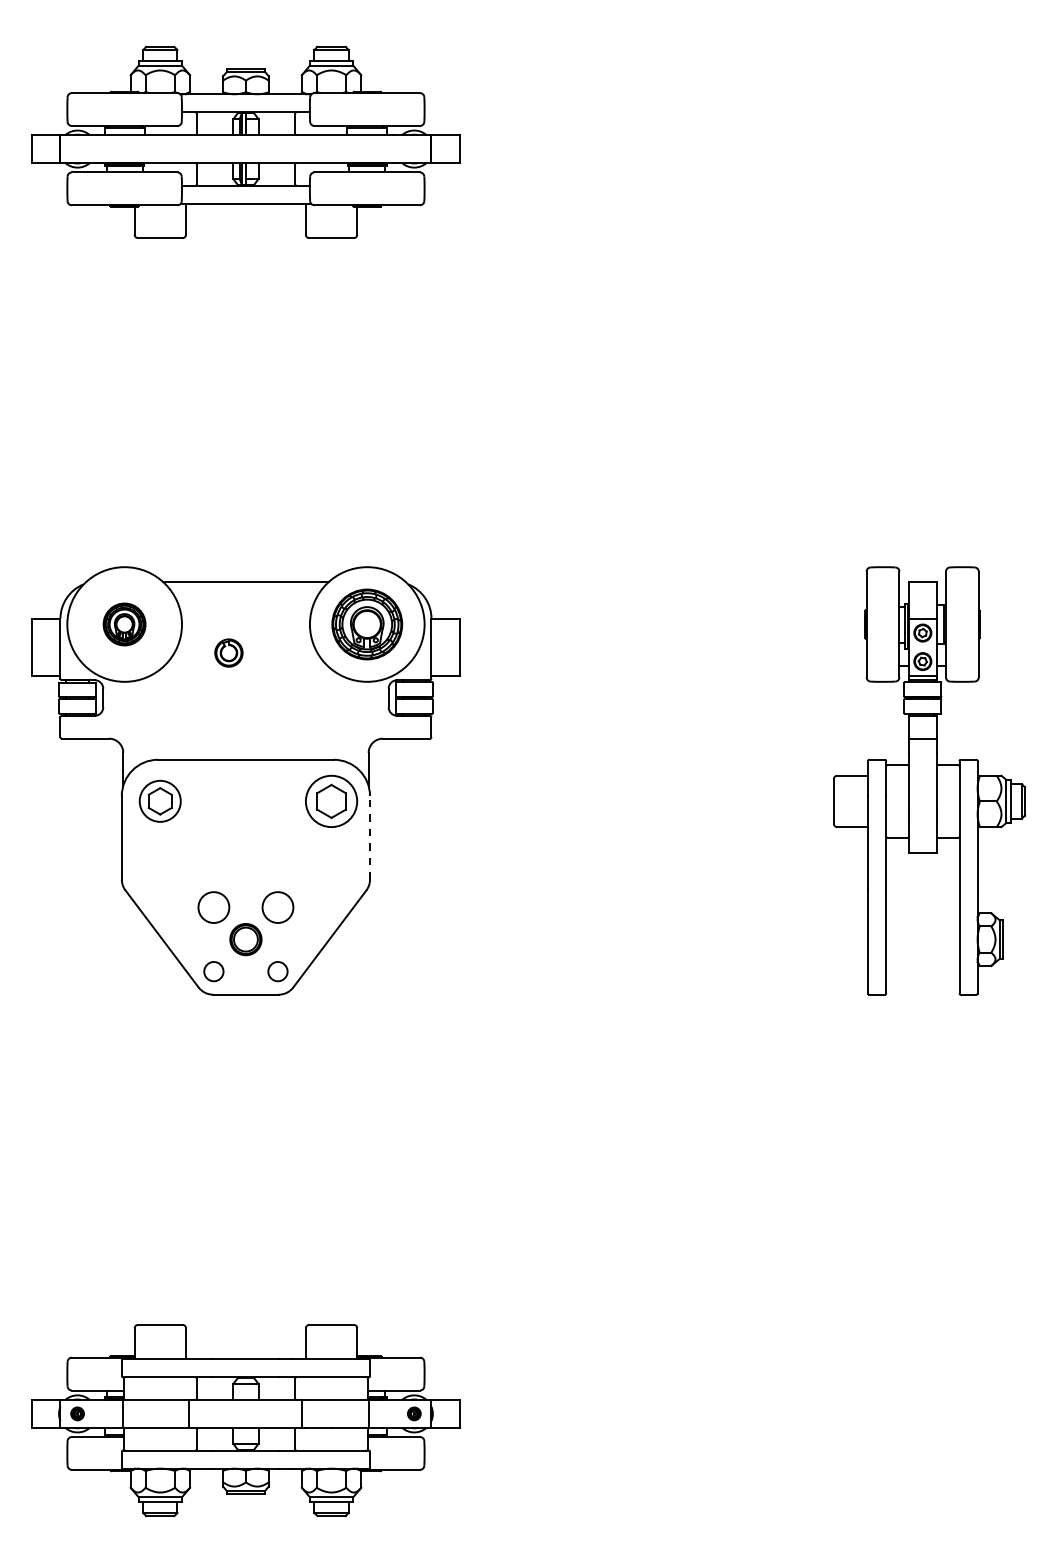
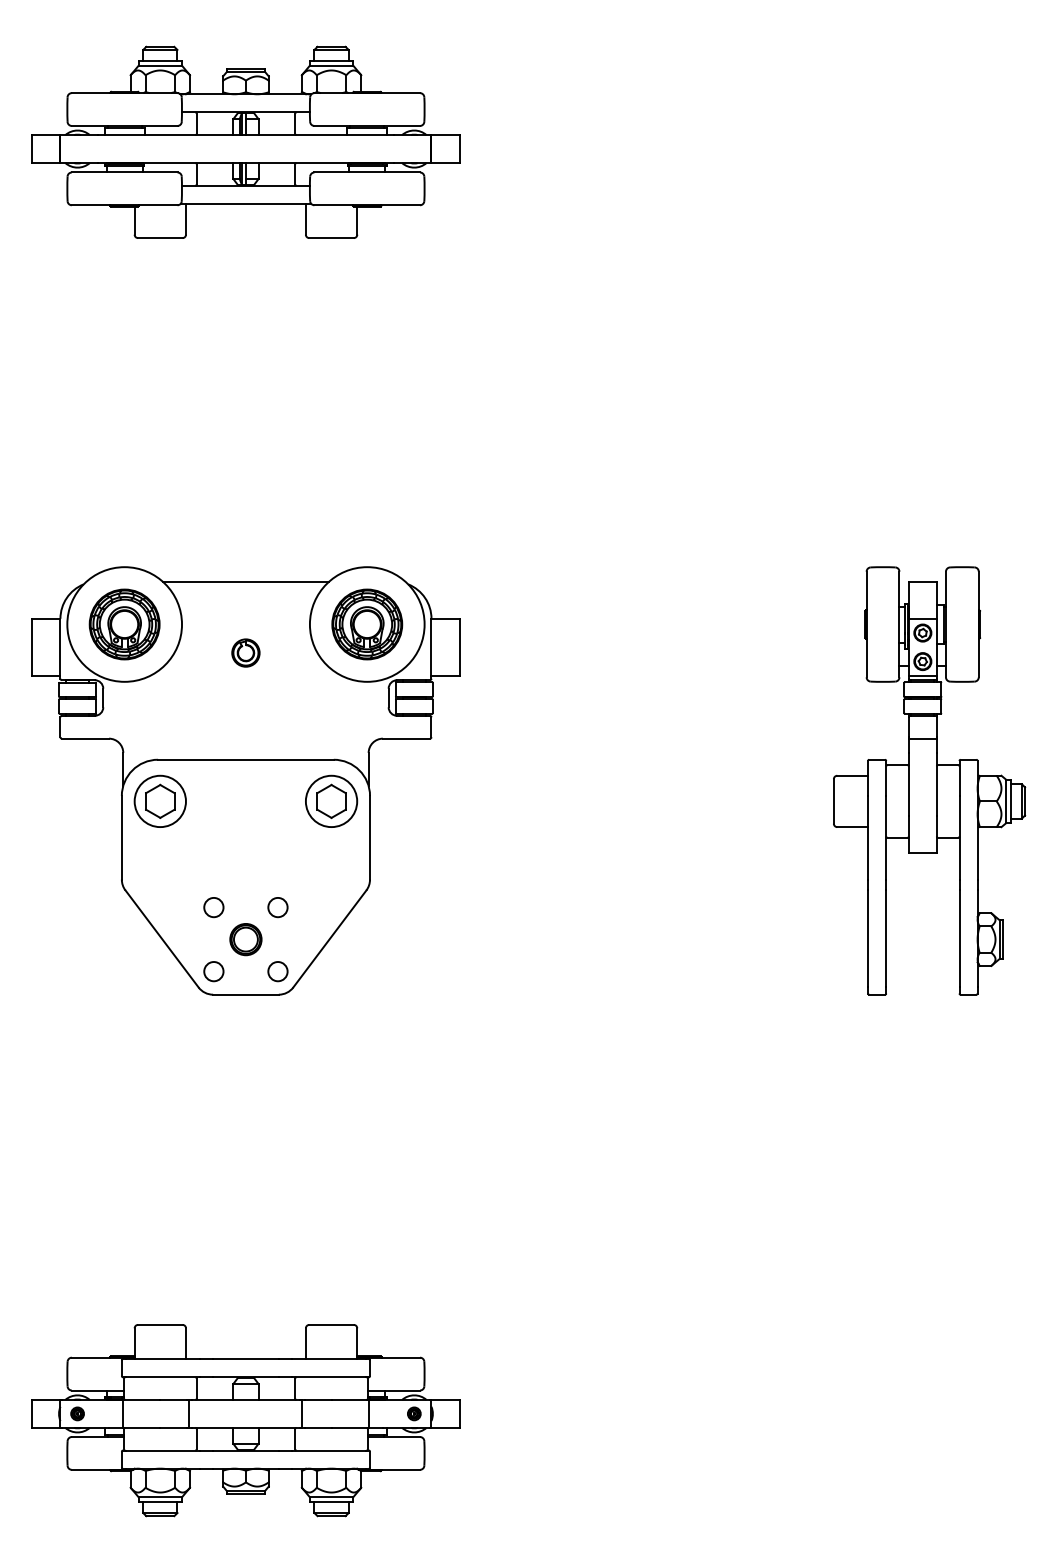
part at (124, 624) size: 45x45 px -> 73x73 px
part at (228, 652) position: (228, 652) -> (245, 652)
part at (159, 800) size: 44x44 px -> 54x54 px
line at (370, 837): dashed -> solid
circle at (213, 907) diameter: 31 px -> 19 px
circle at (277, 907) diameter: 31 px -> 19 px
